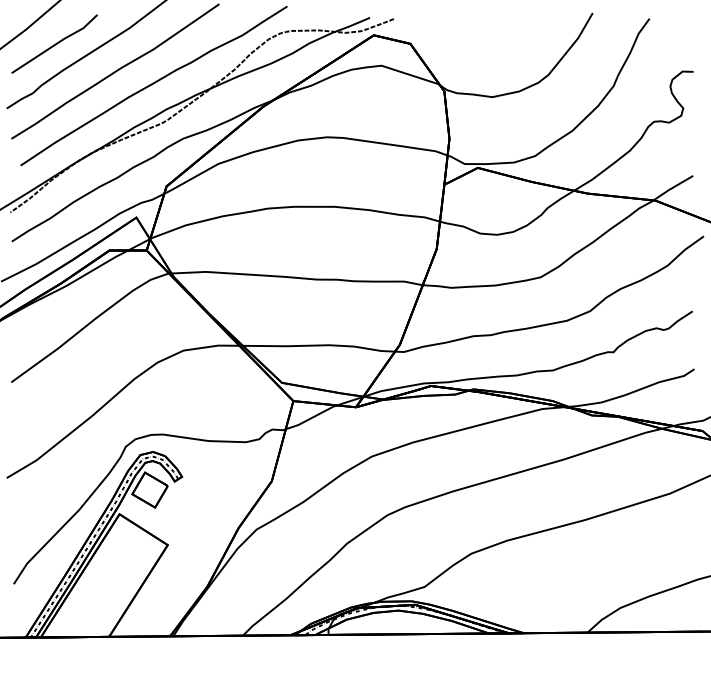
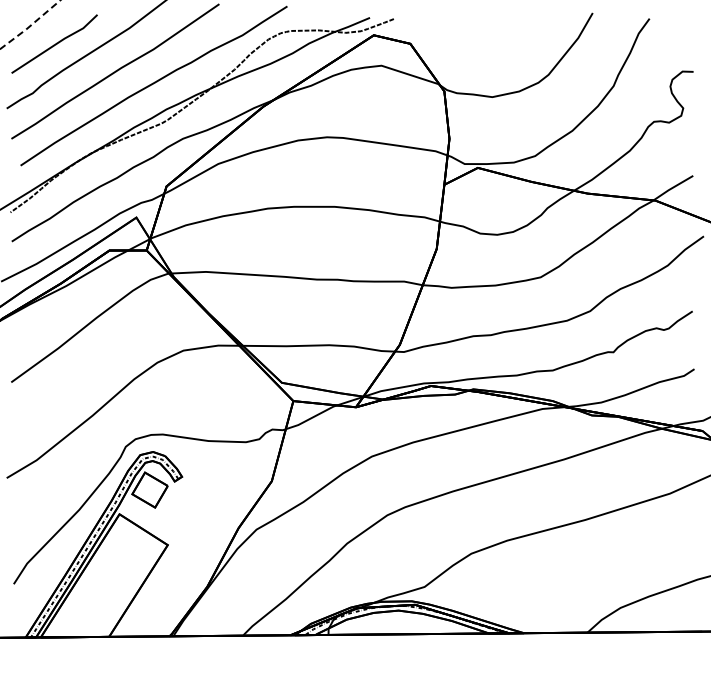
line at (30, 25): solid -> dashed
